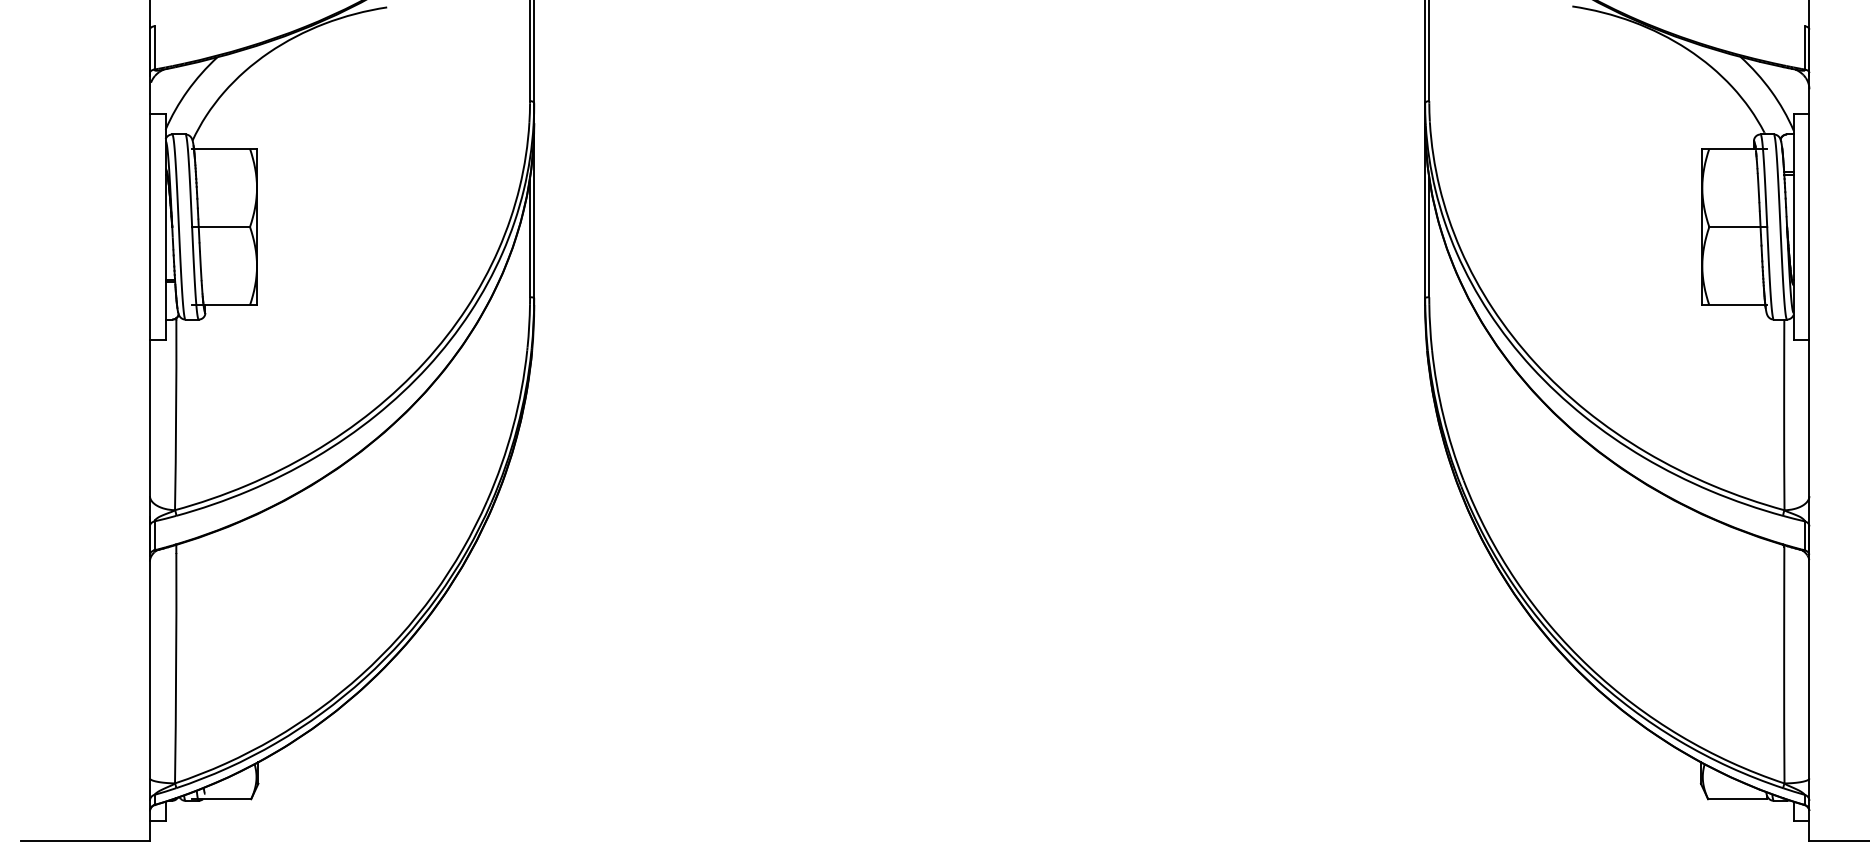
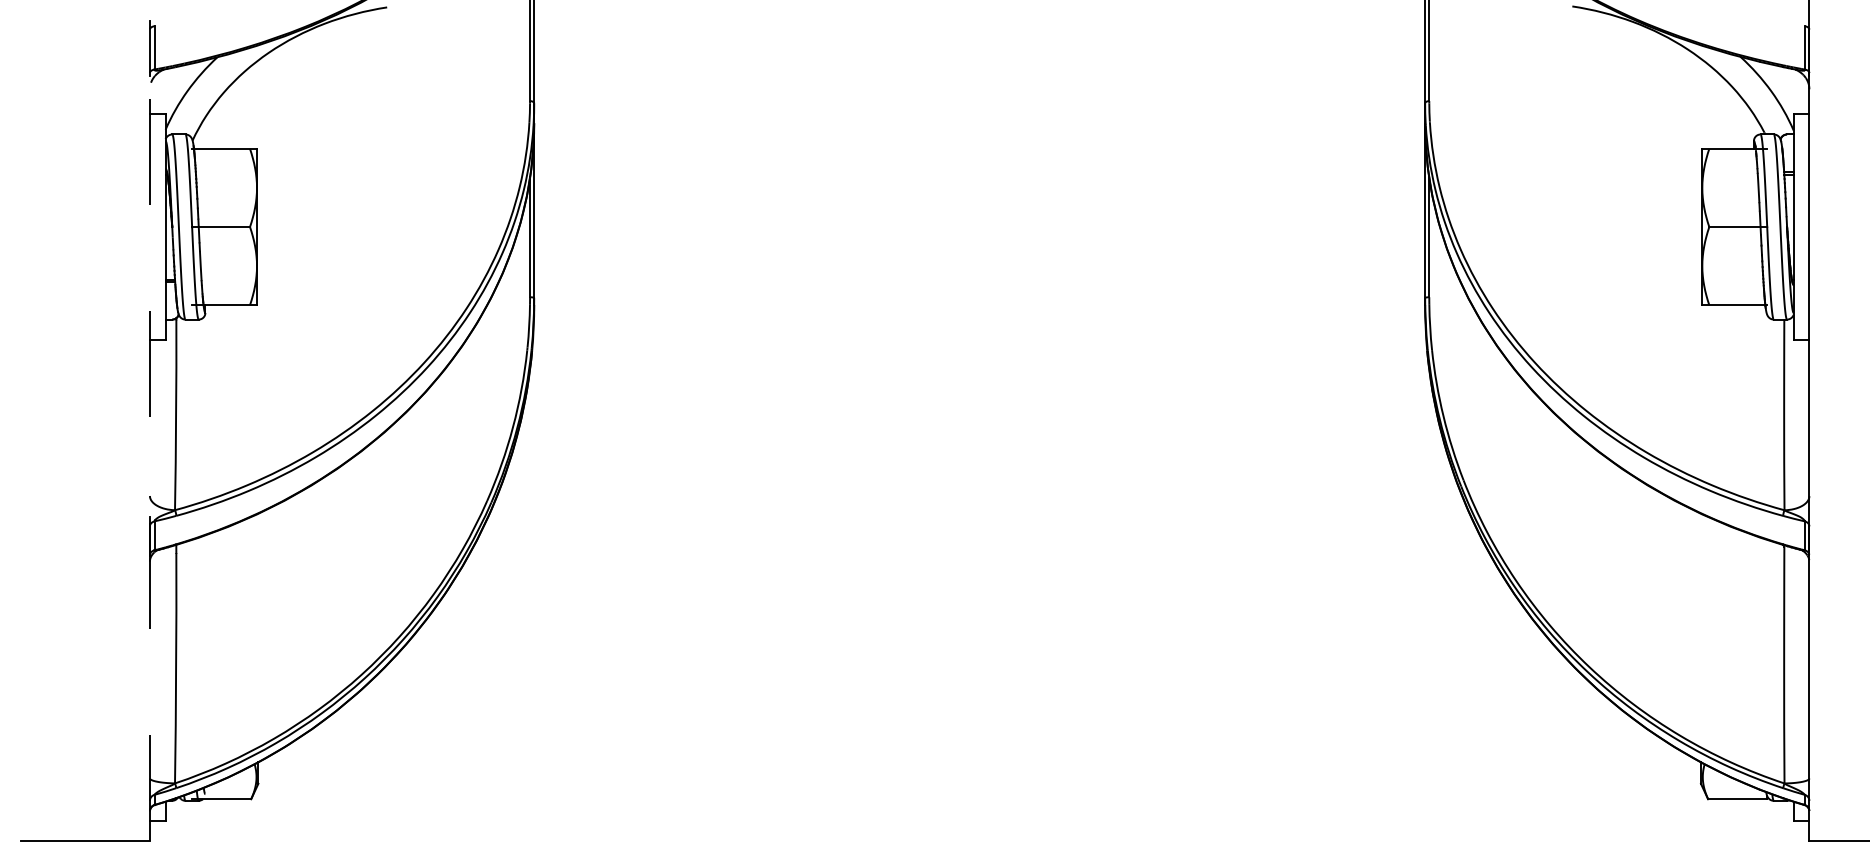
line at (149, 419): solid -> dashed
